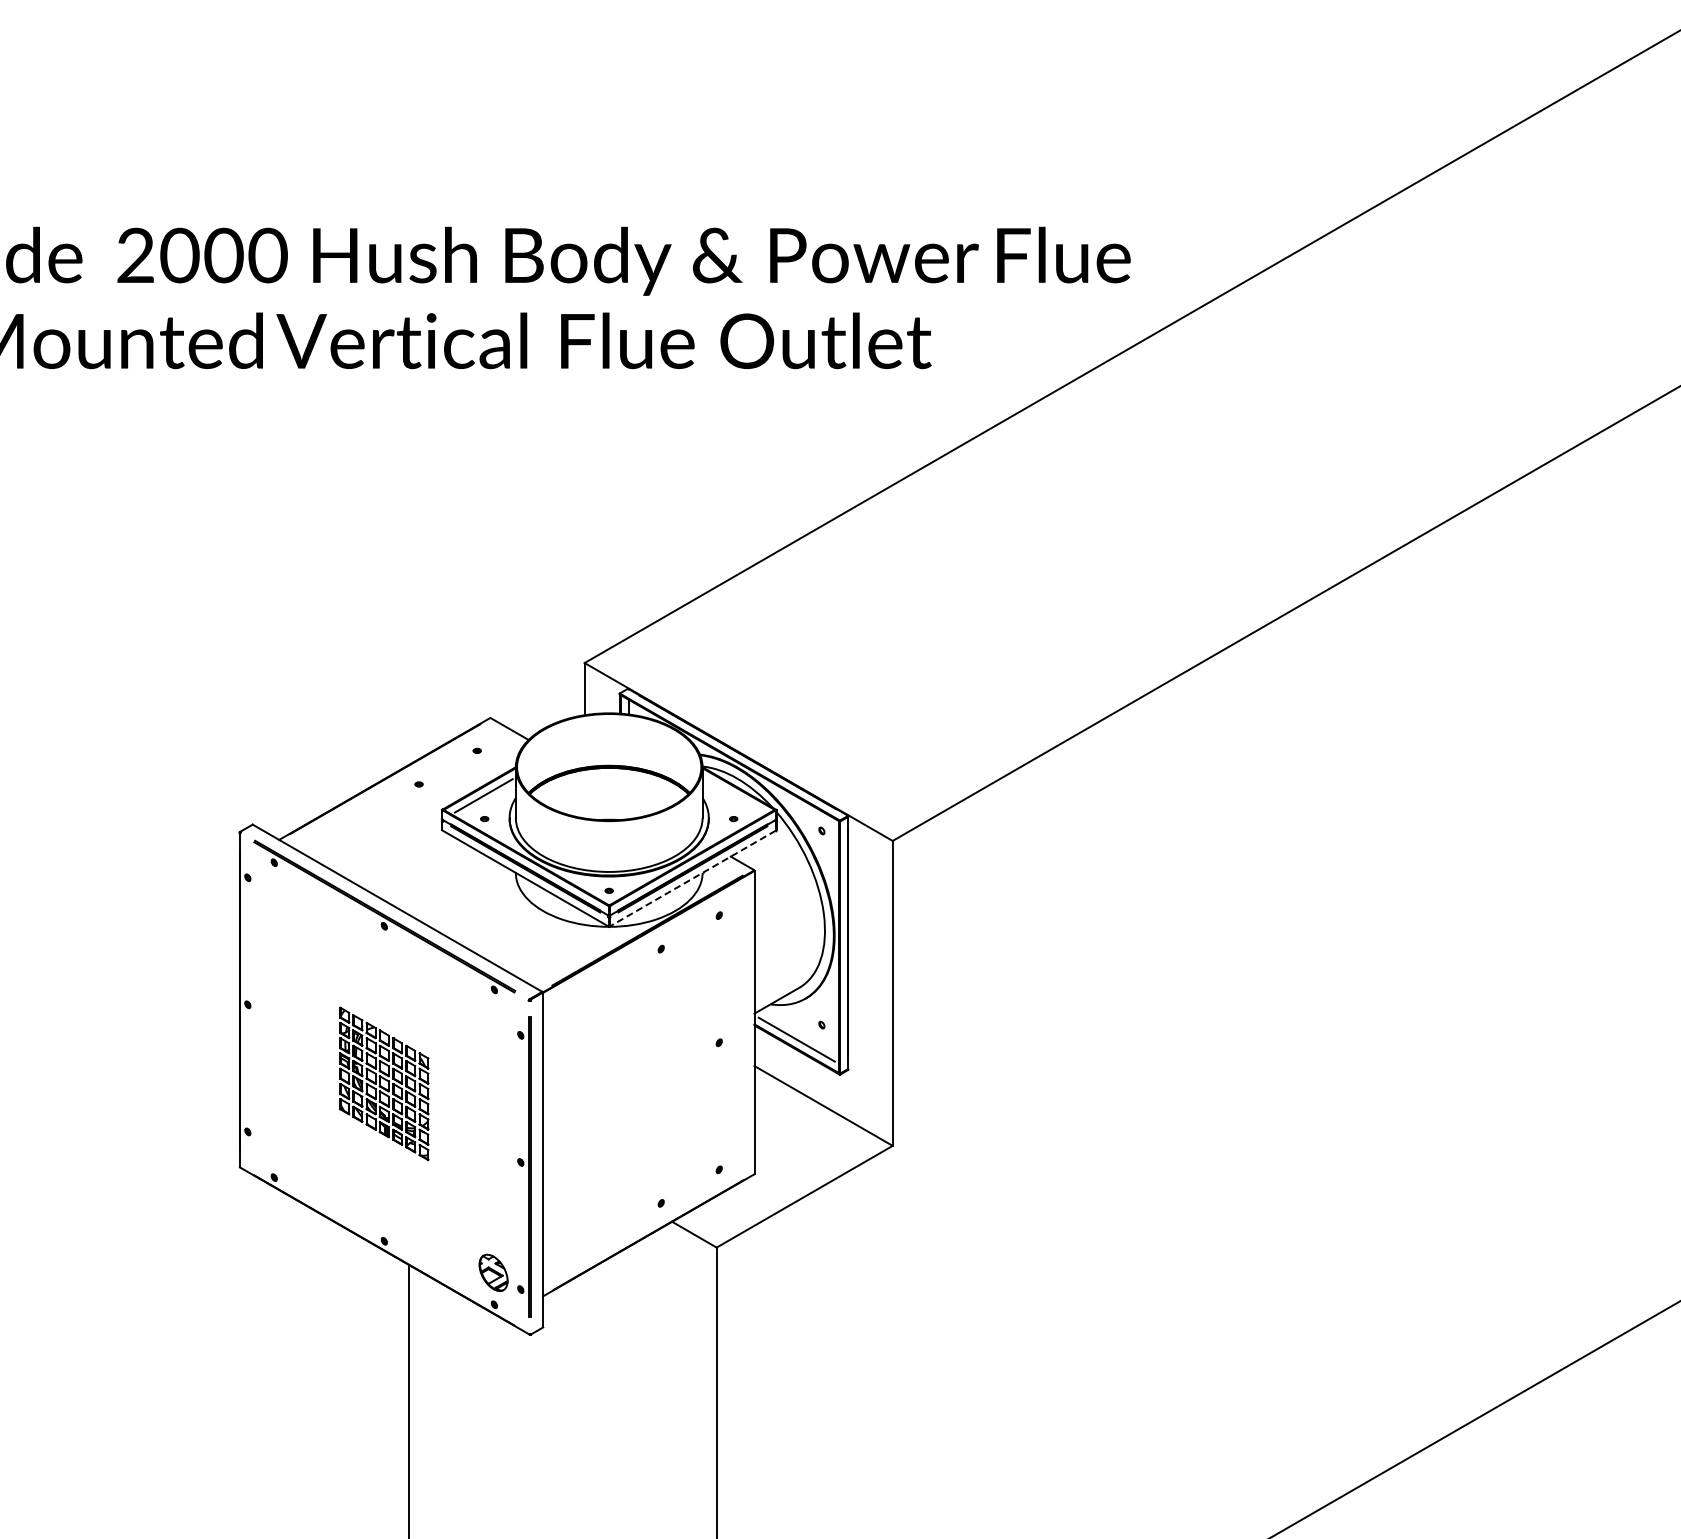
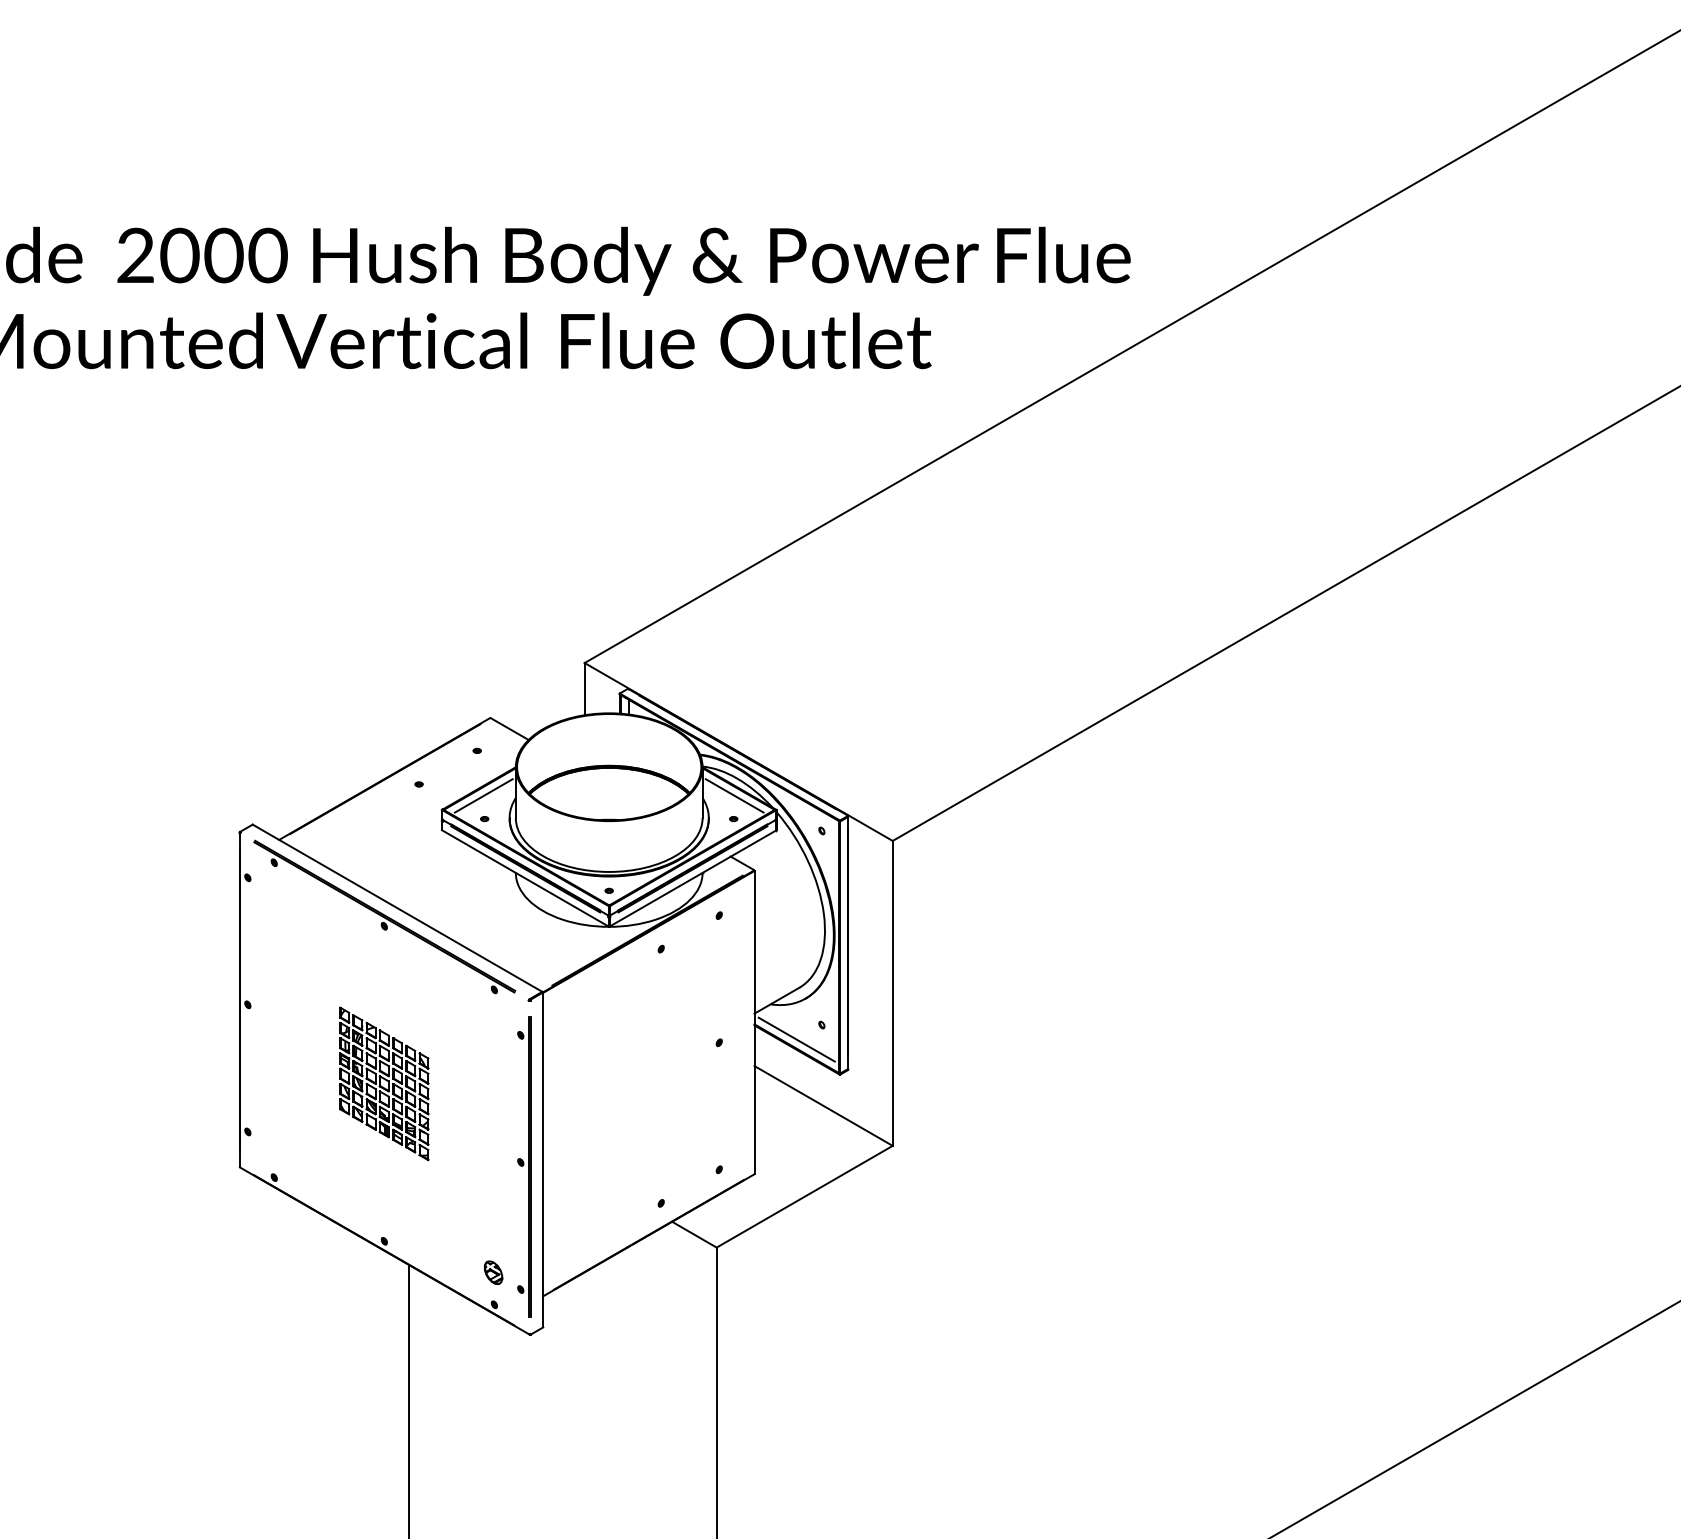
line at (734, 795): none -> present
line at (692, 878): dashed -> solid
part at (493, 1272) size: 31x39 px -> 21x25 px
